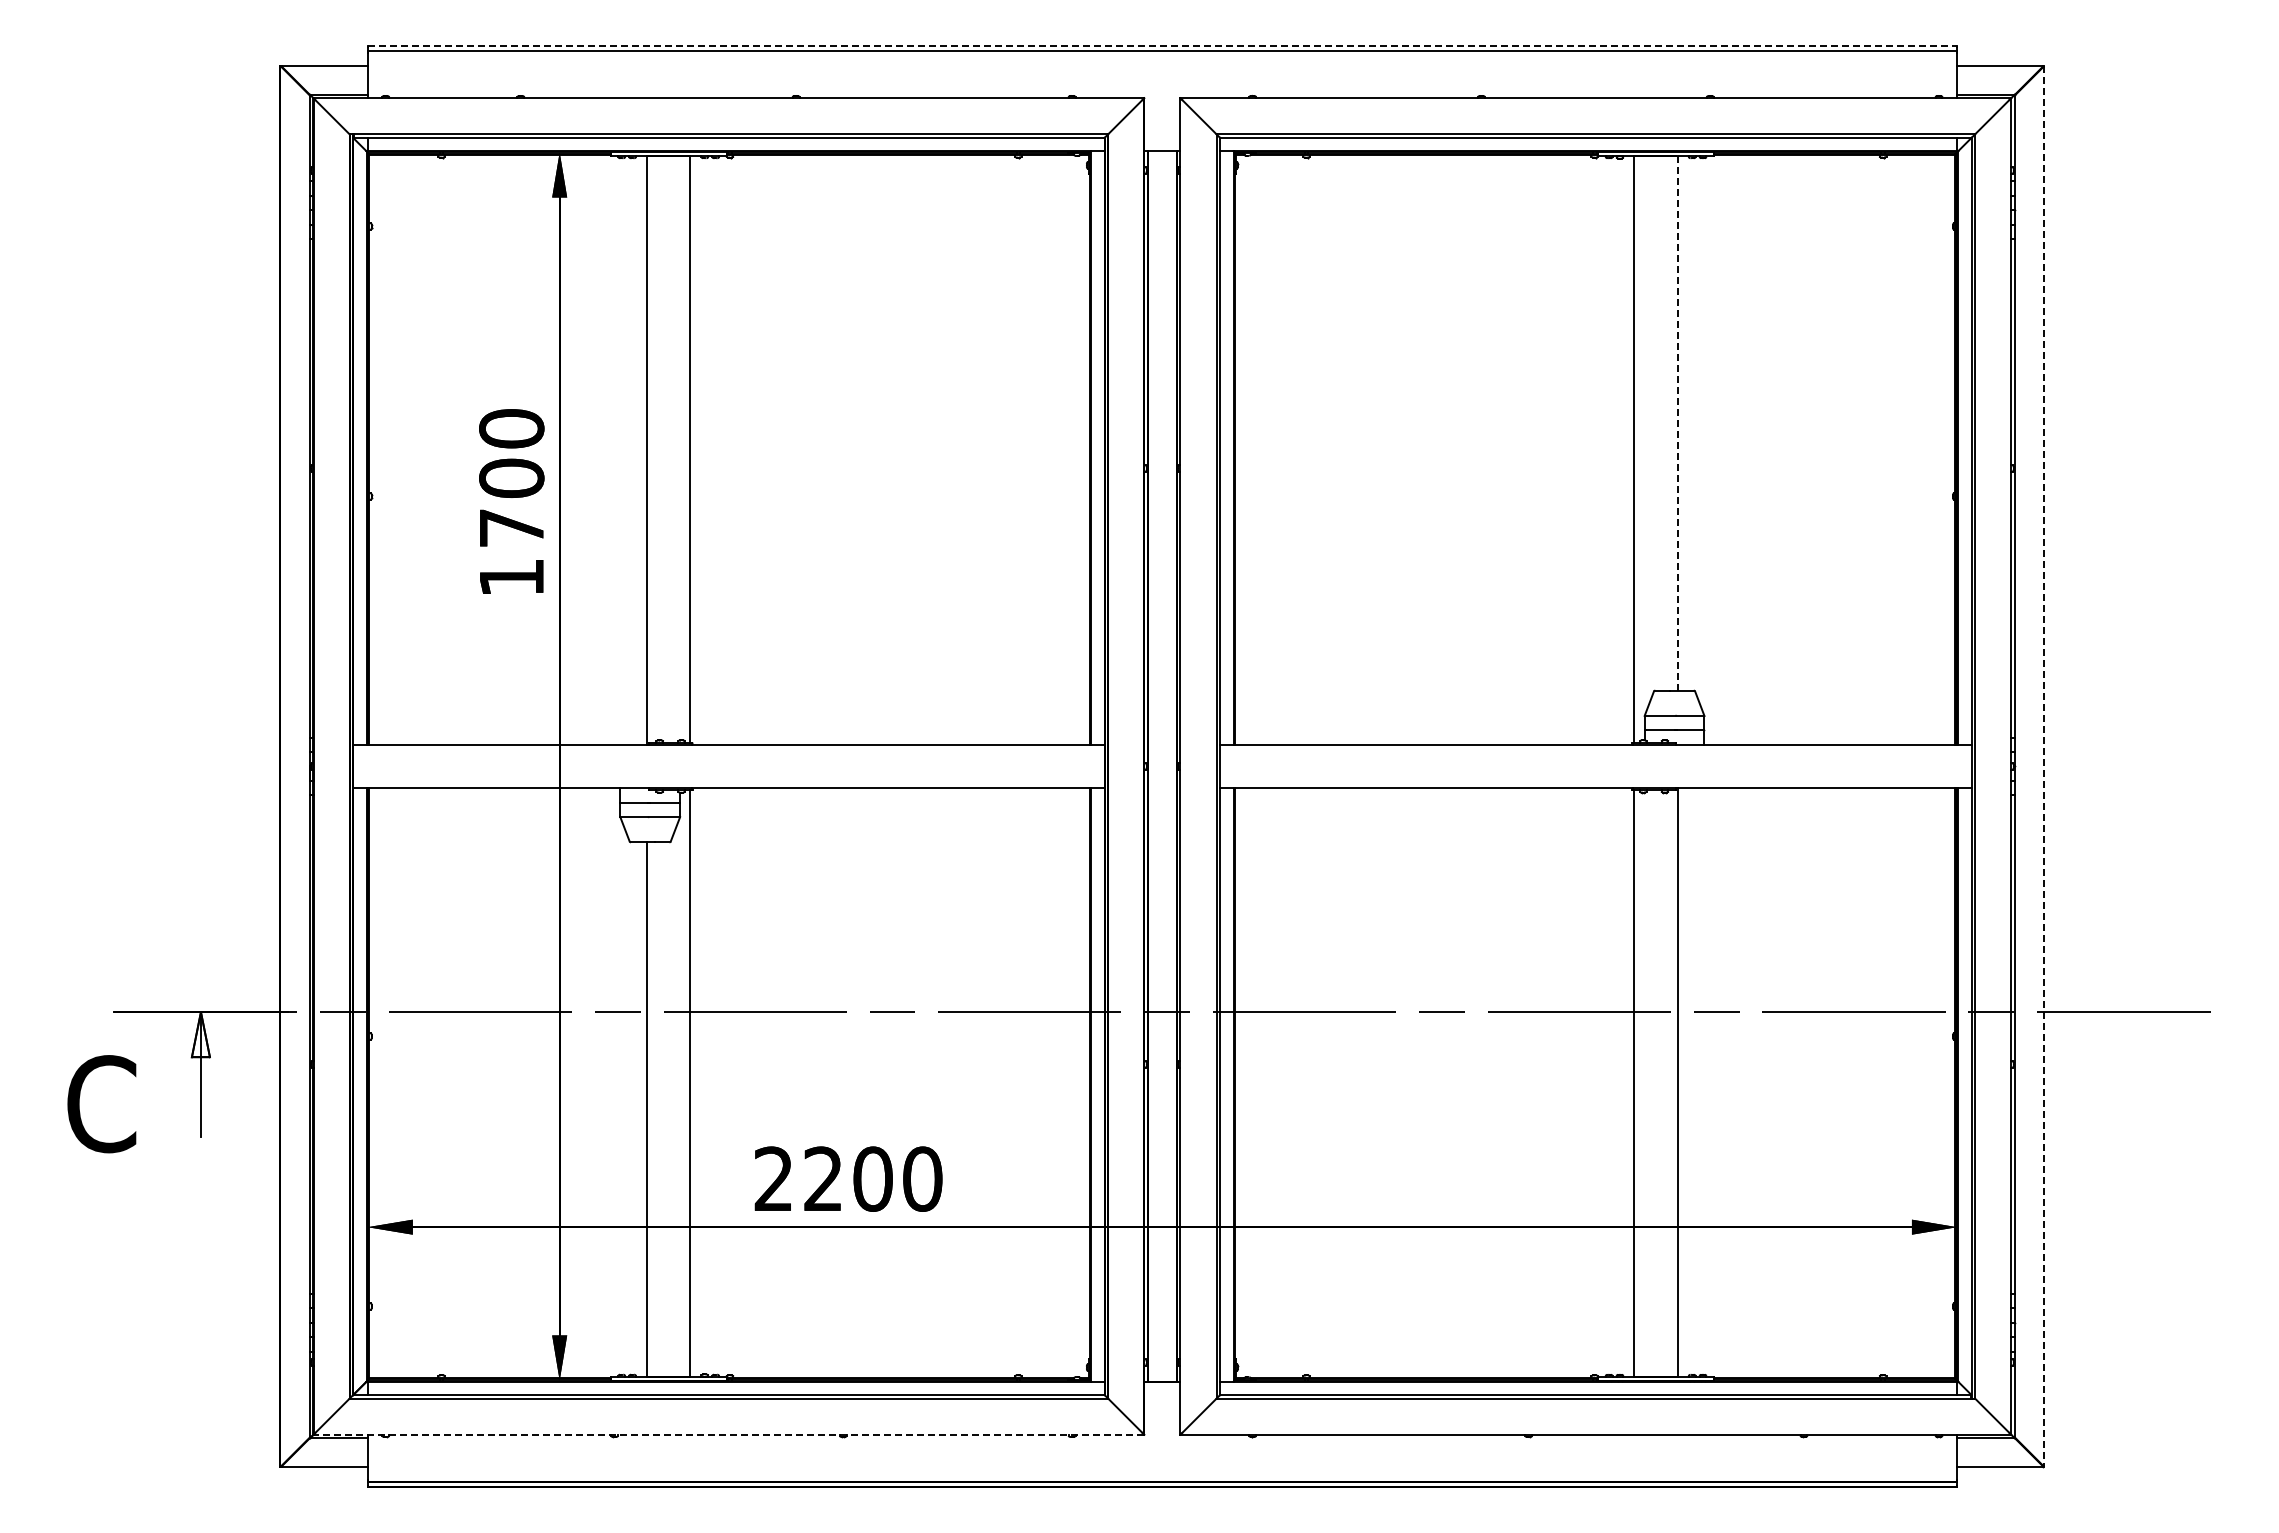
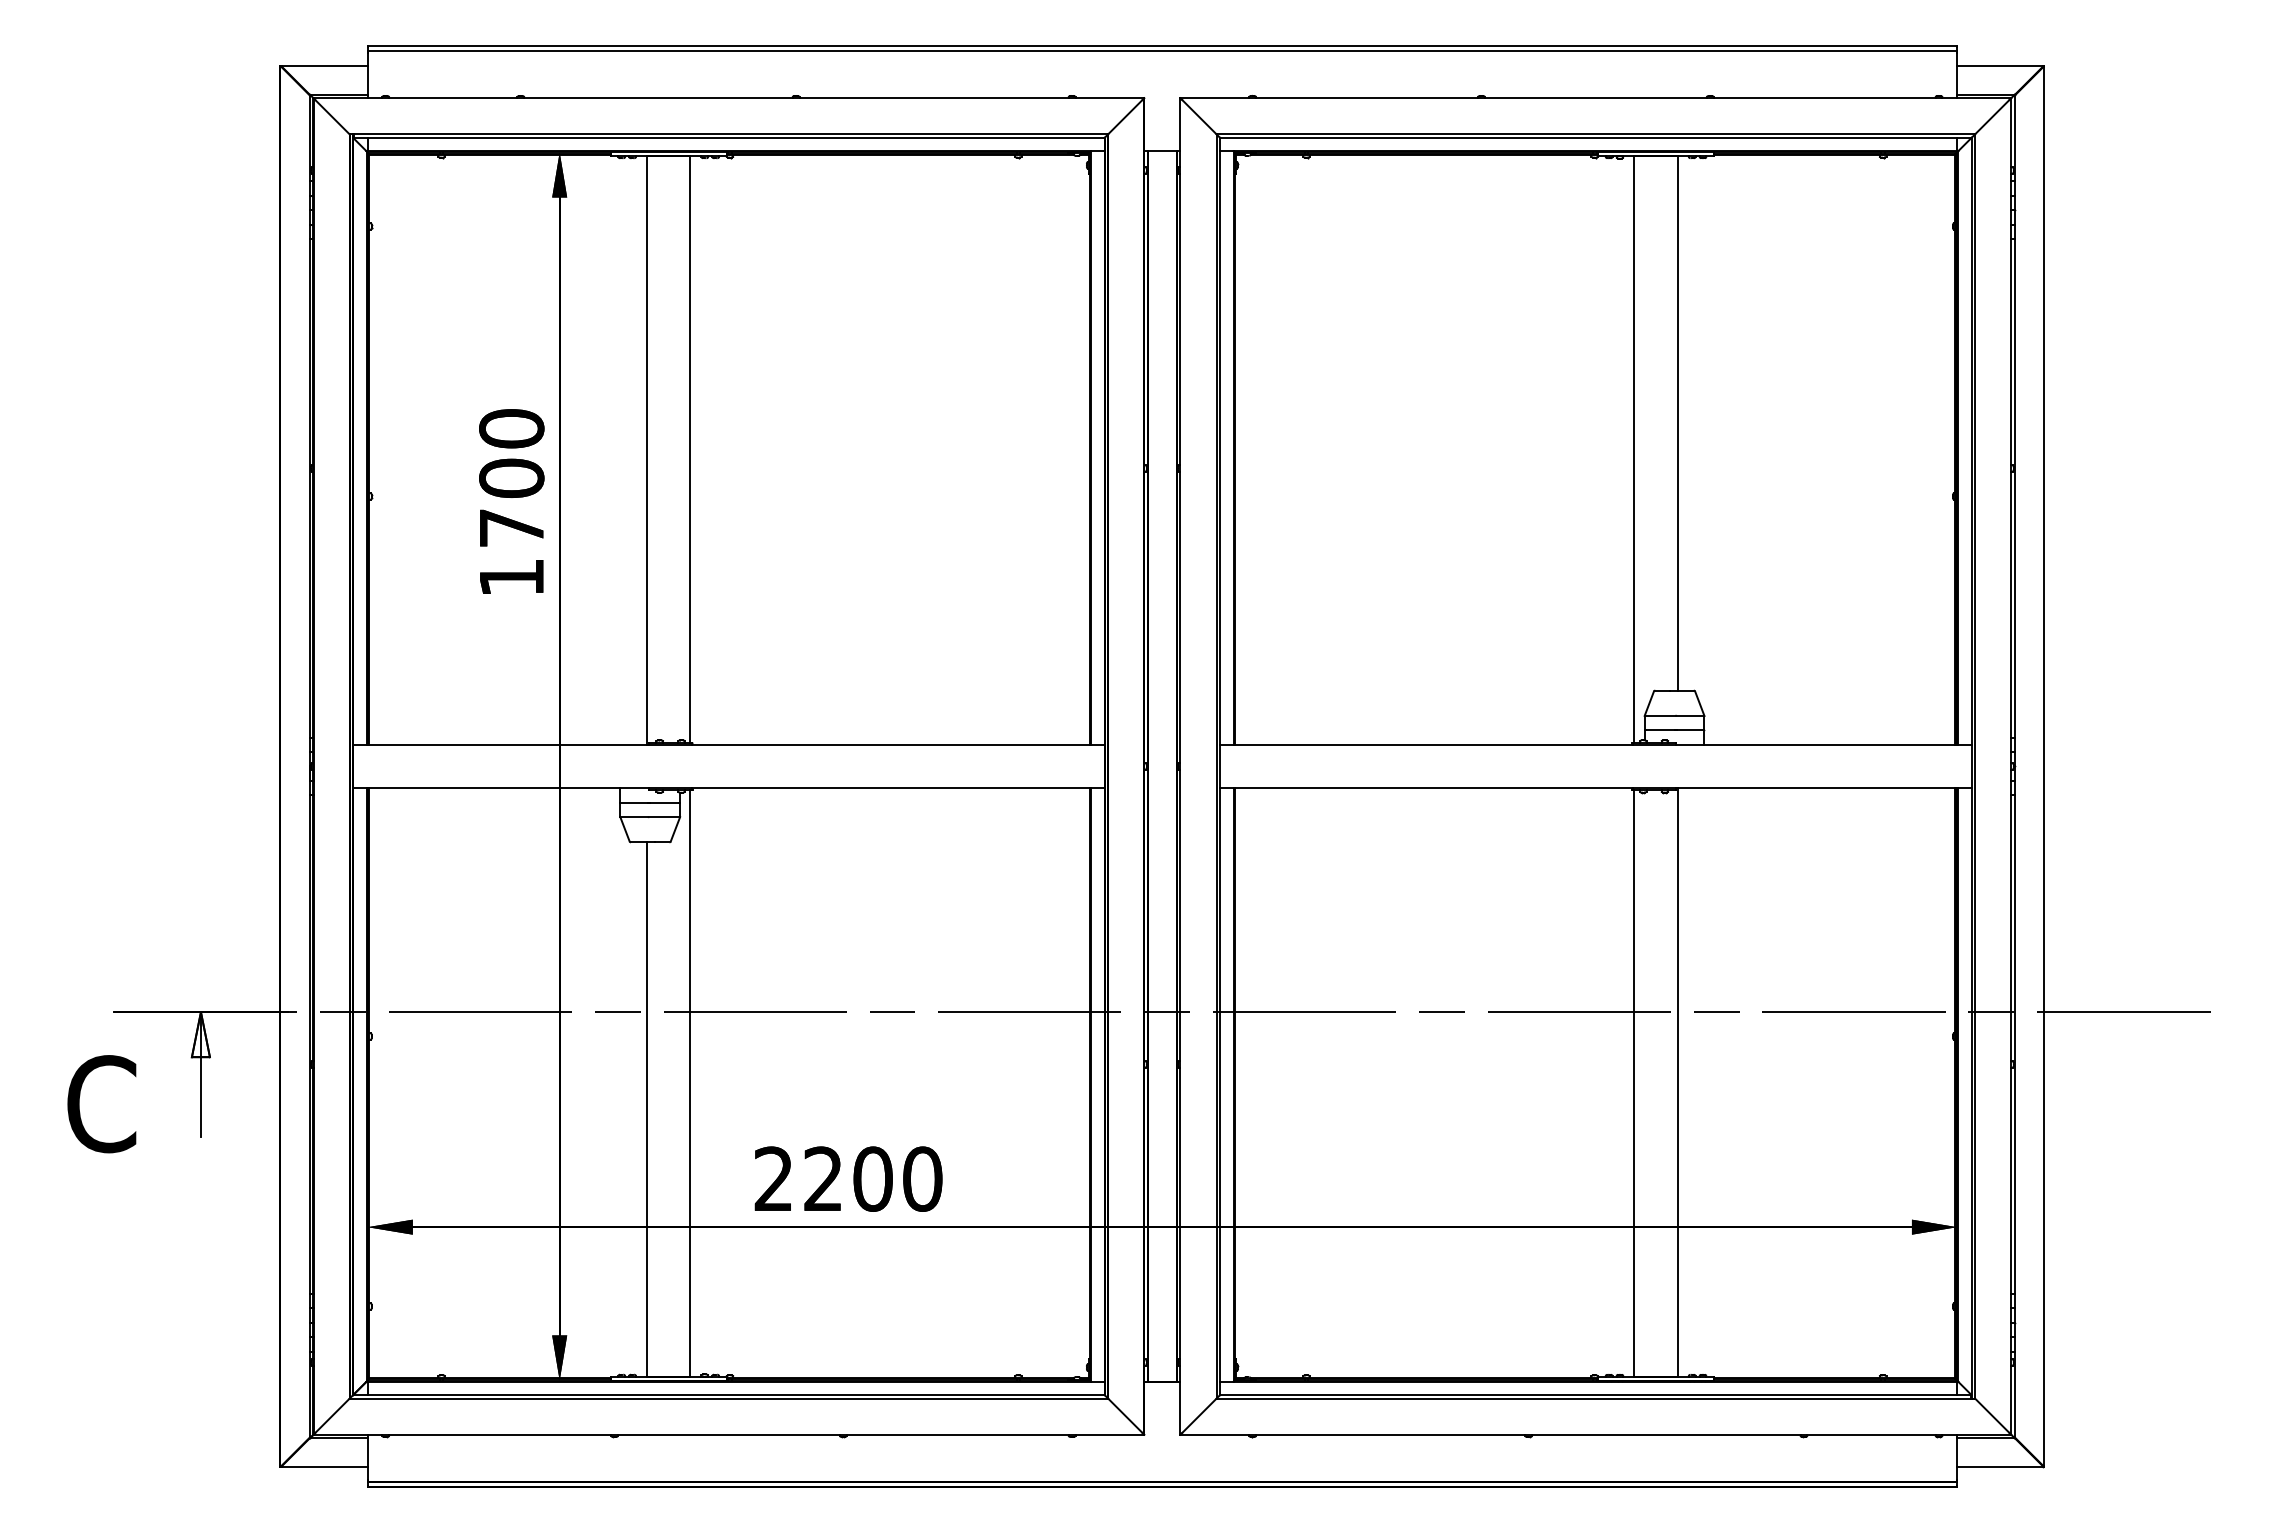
line at (1162, 45): dashed -> solid
line at (1677, 422): dashed -> solid
line at (2044, 767): dashed -> solid
line at (728, 1434): dashed -> solid
